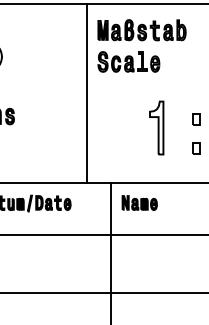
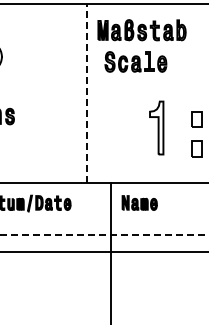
part at (128, 61) position: (128, 61) -> (135, 61)
line at (86, 93): solid -> dashed
part at (196, 119) size: 9x13 px -> 12x17 px
part at (196, 148) size: 9x13 px -> 12x18 px
line at (104, 235): solid -> dashed
line at (103, 293) position: (103, 293) -> (103, 252)
